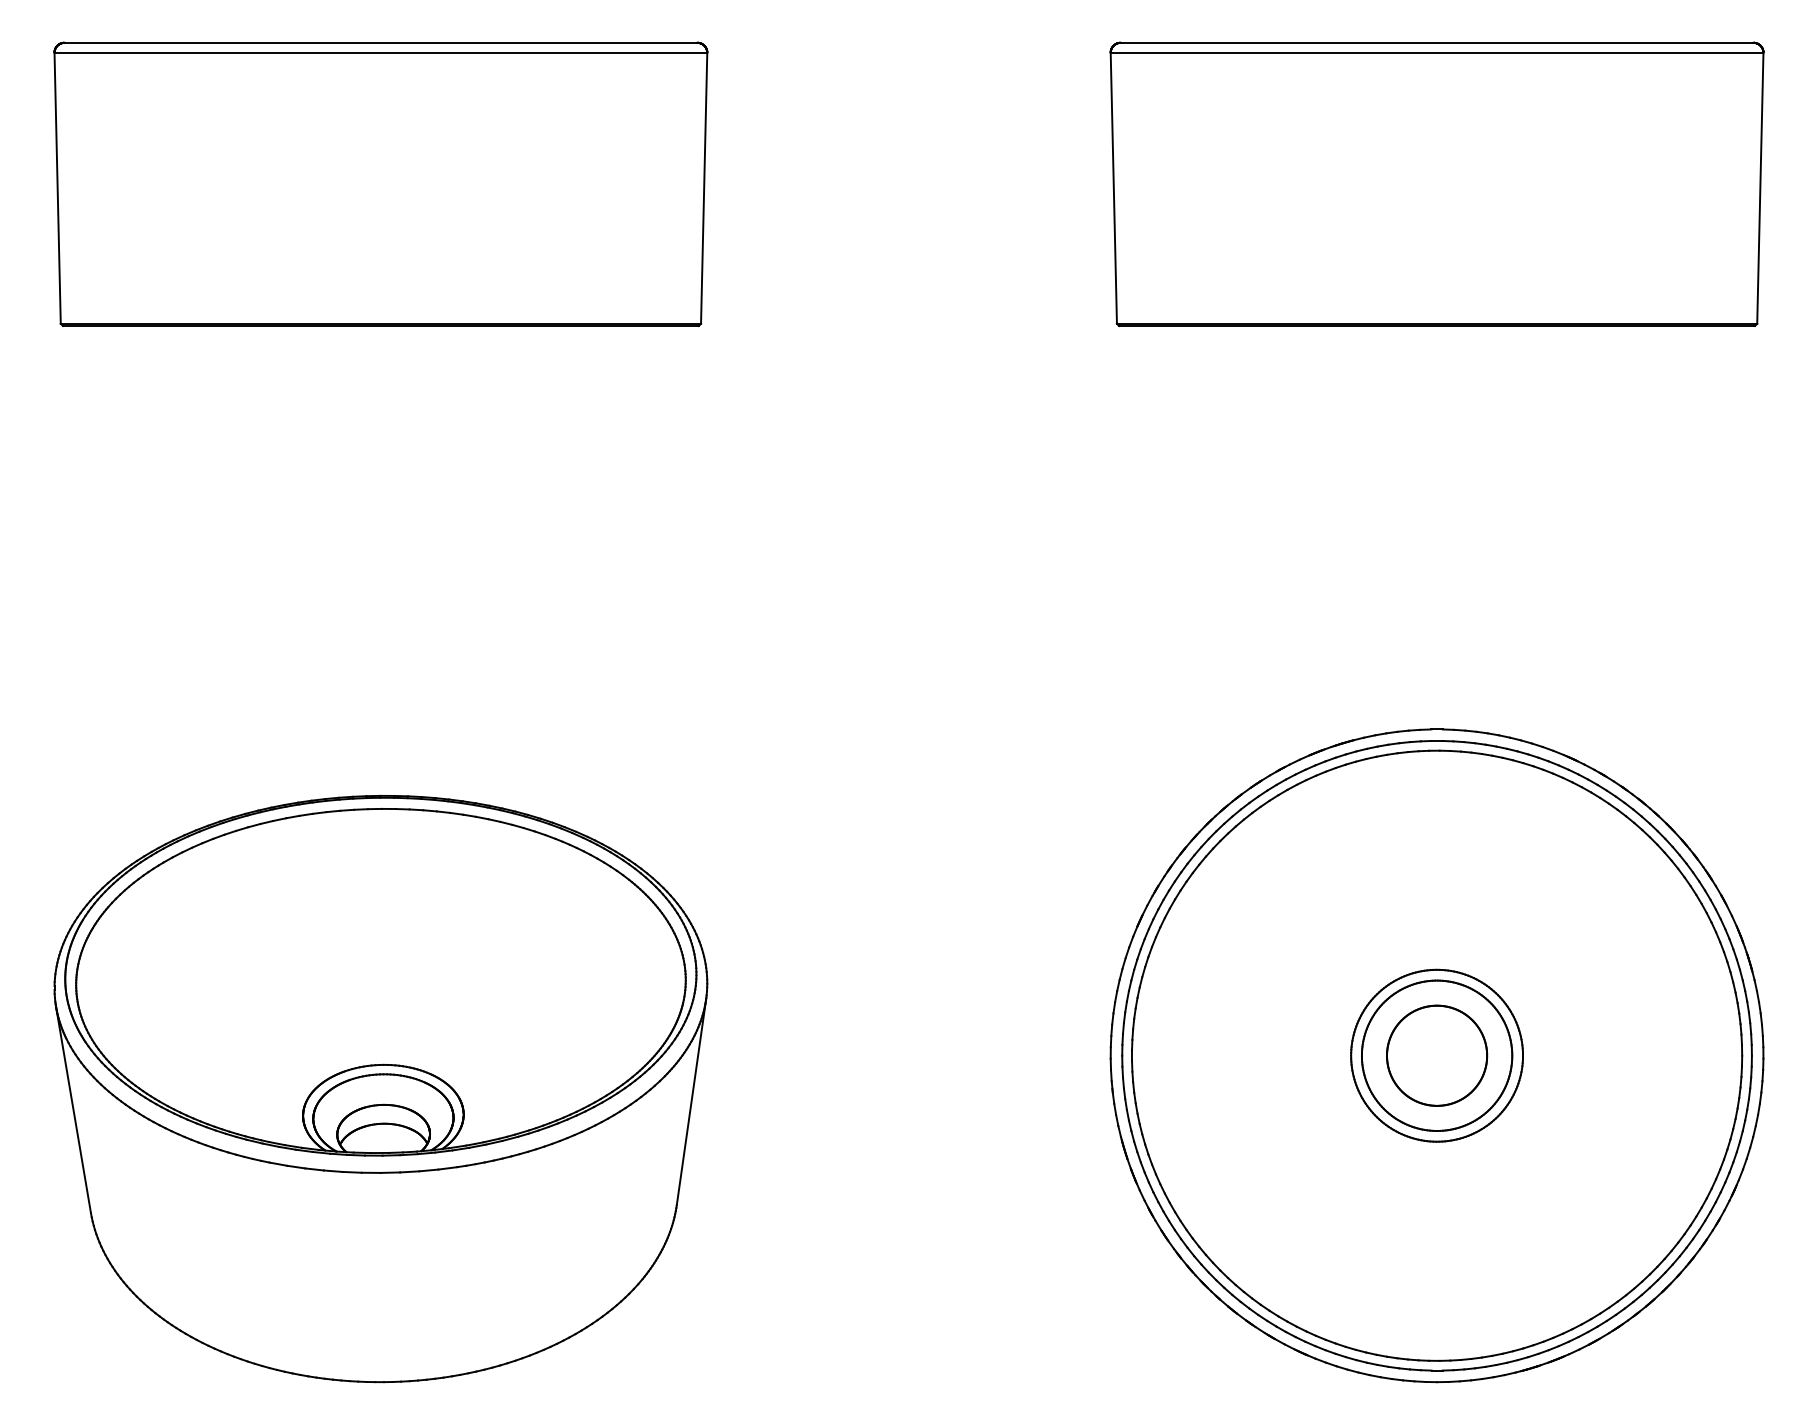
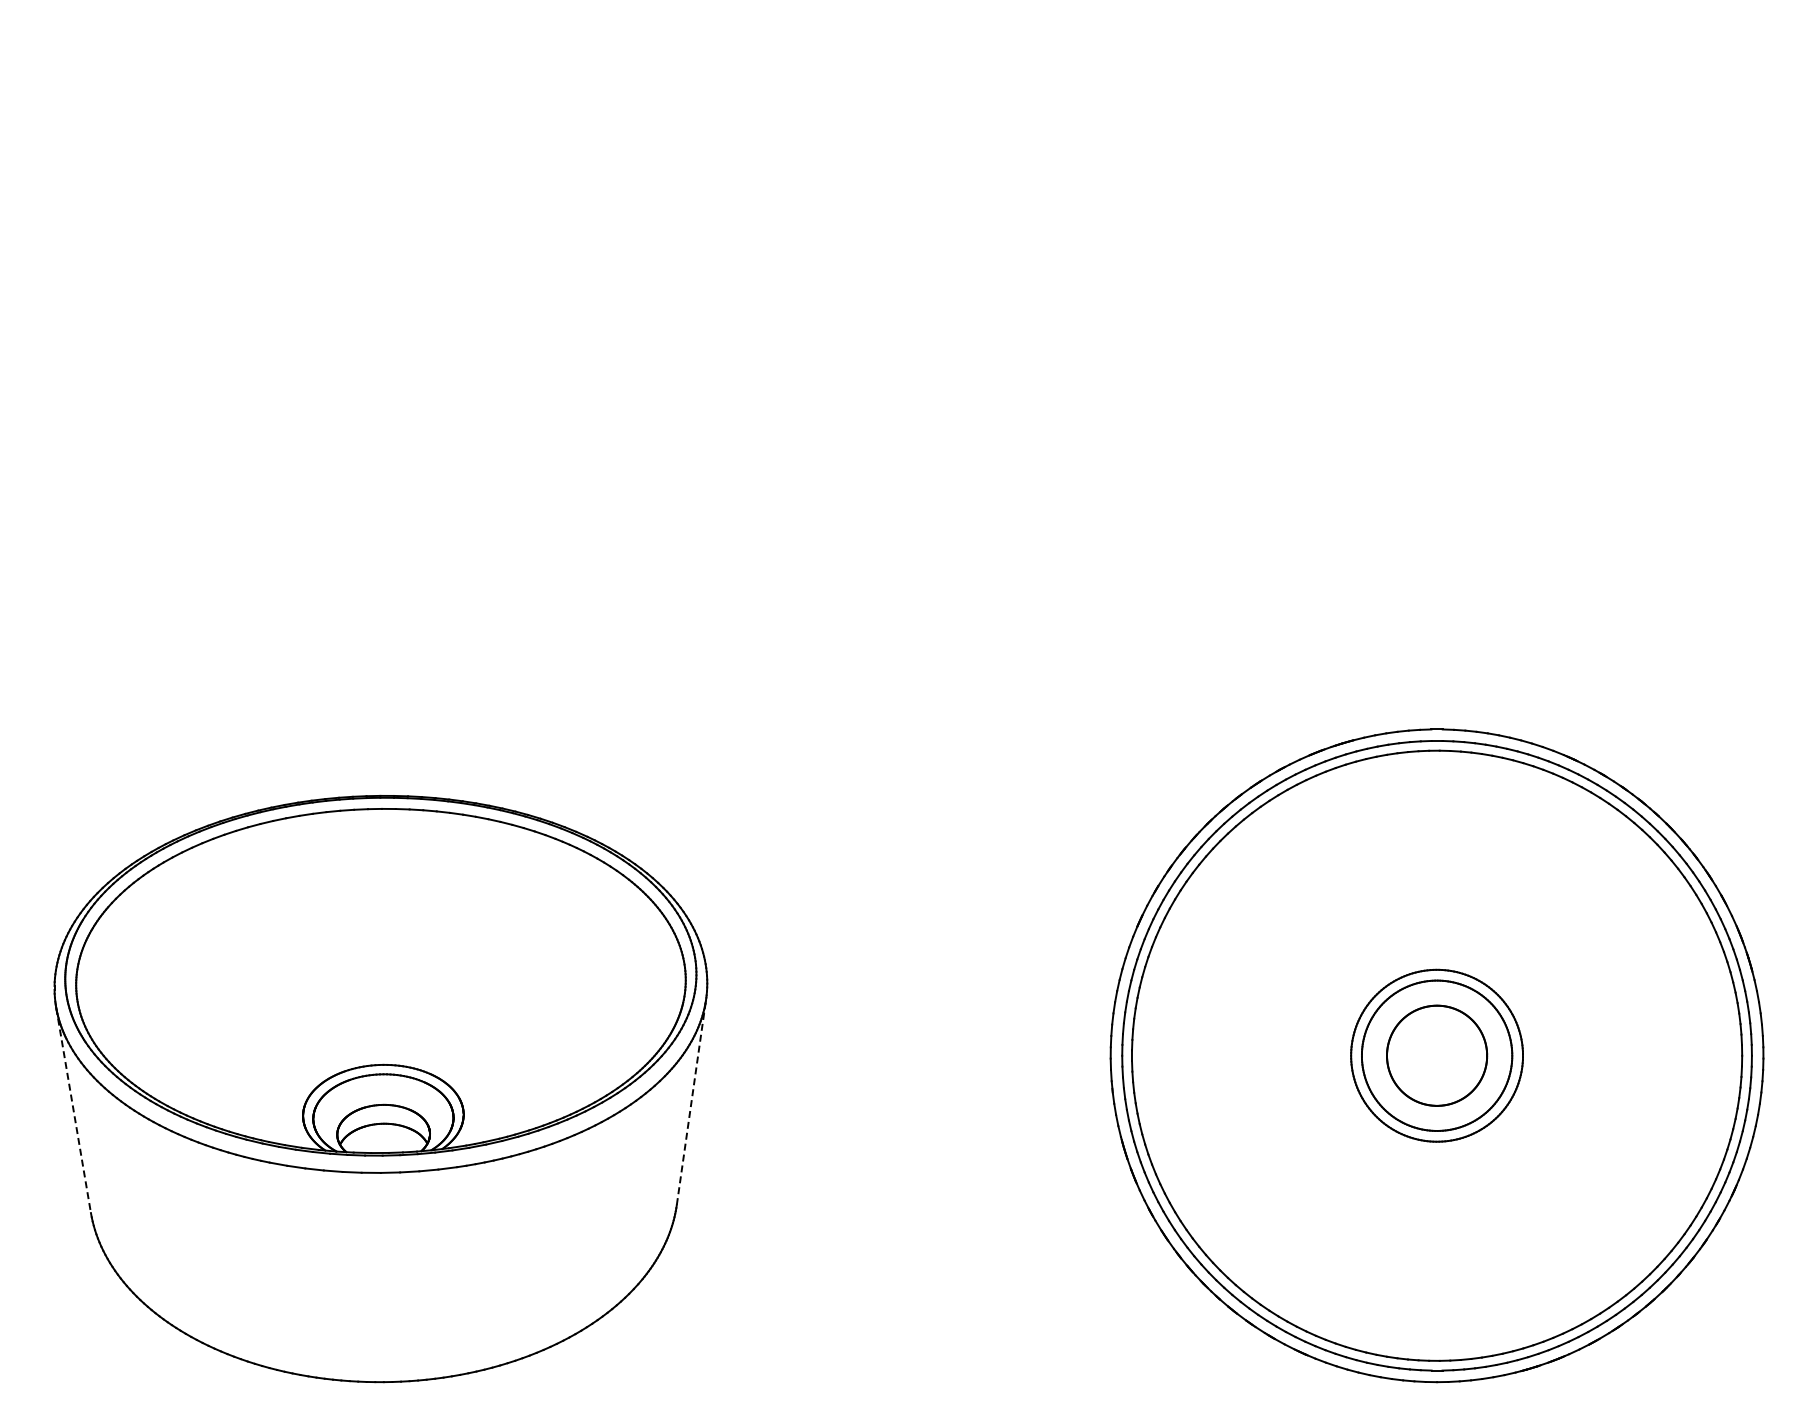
part at (380, 183): present -> none
part at (1436, 183): present -> none
line at (691, 1102): solid -> dashed
line at (73, 1110): solid -> dashed
